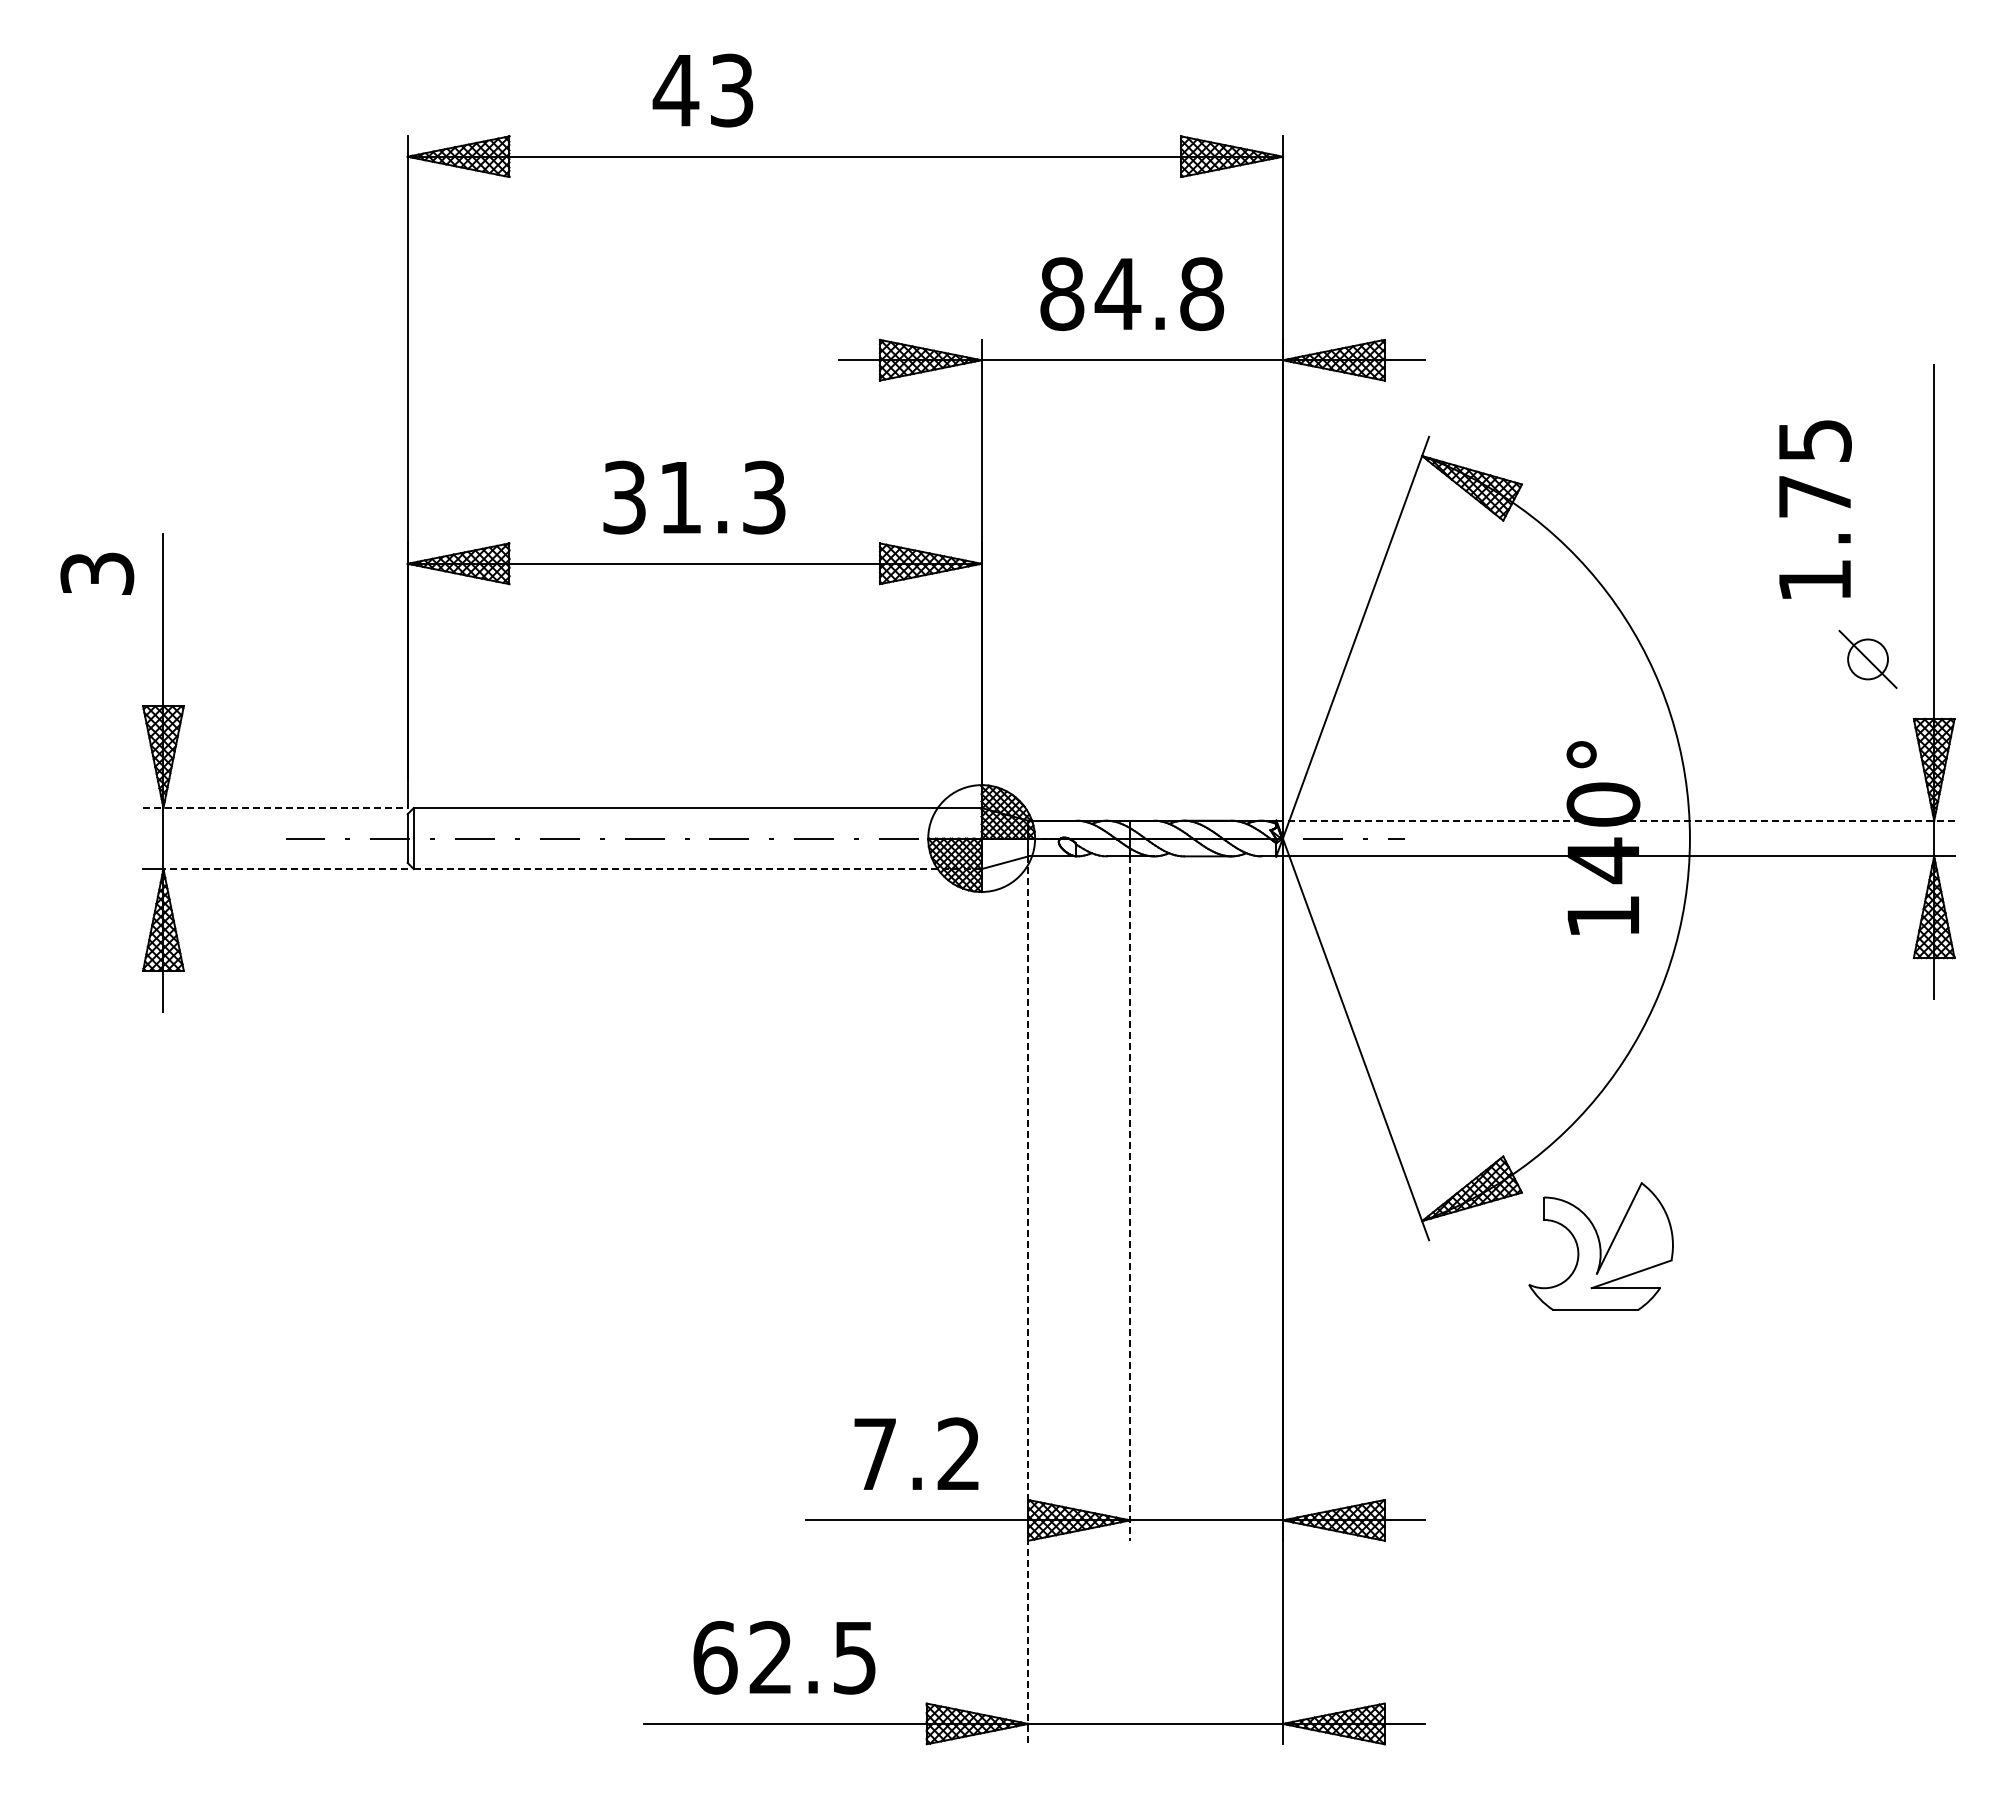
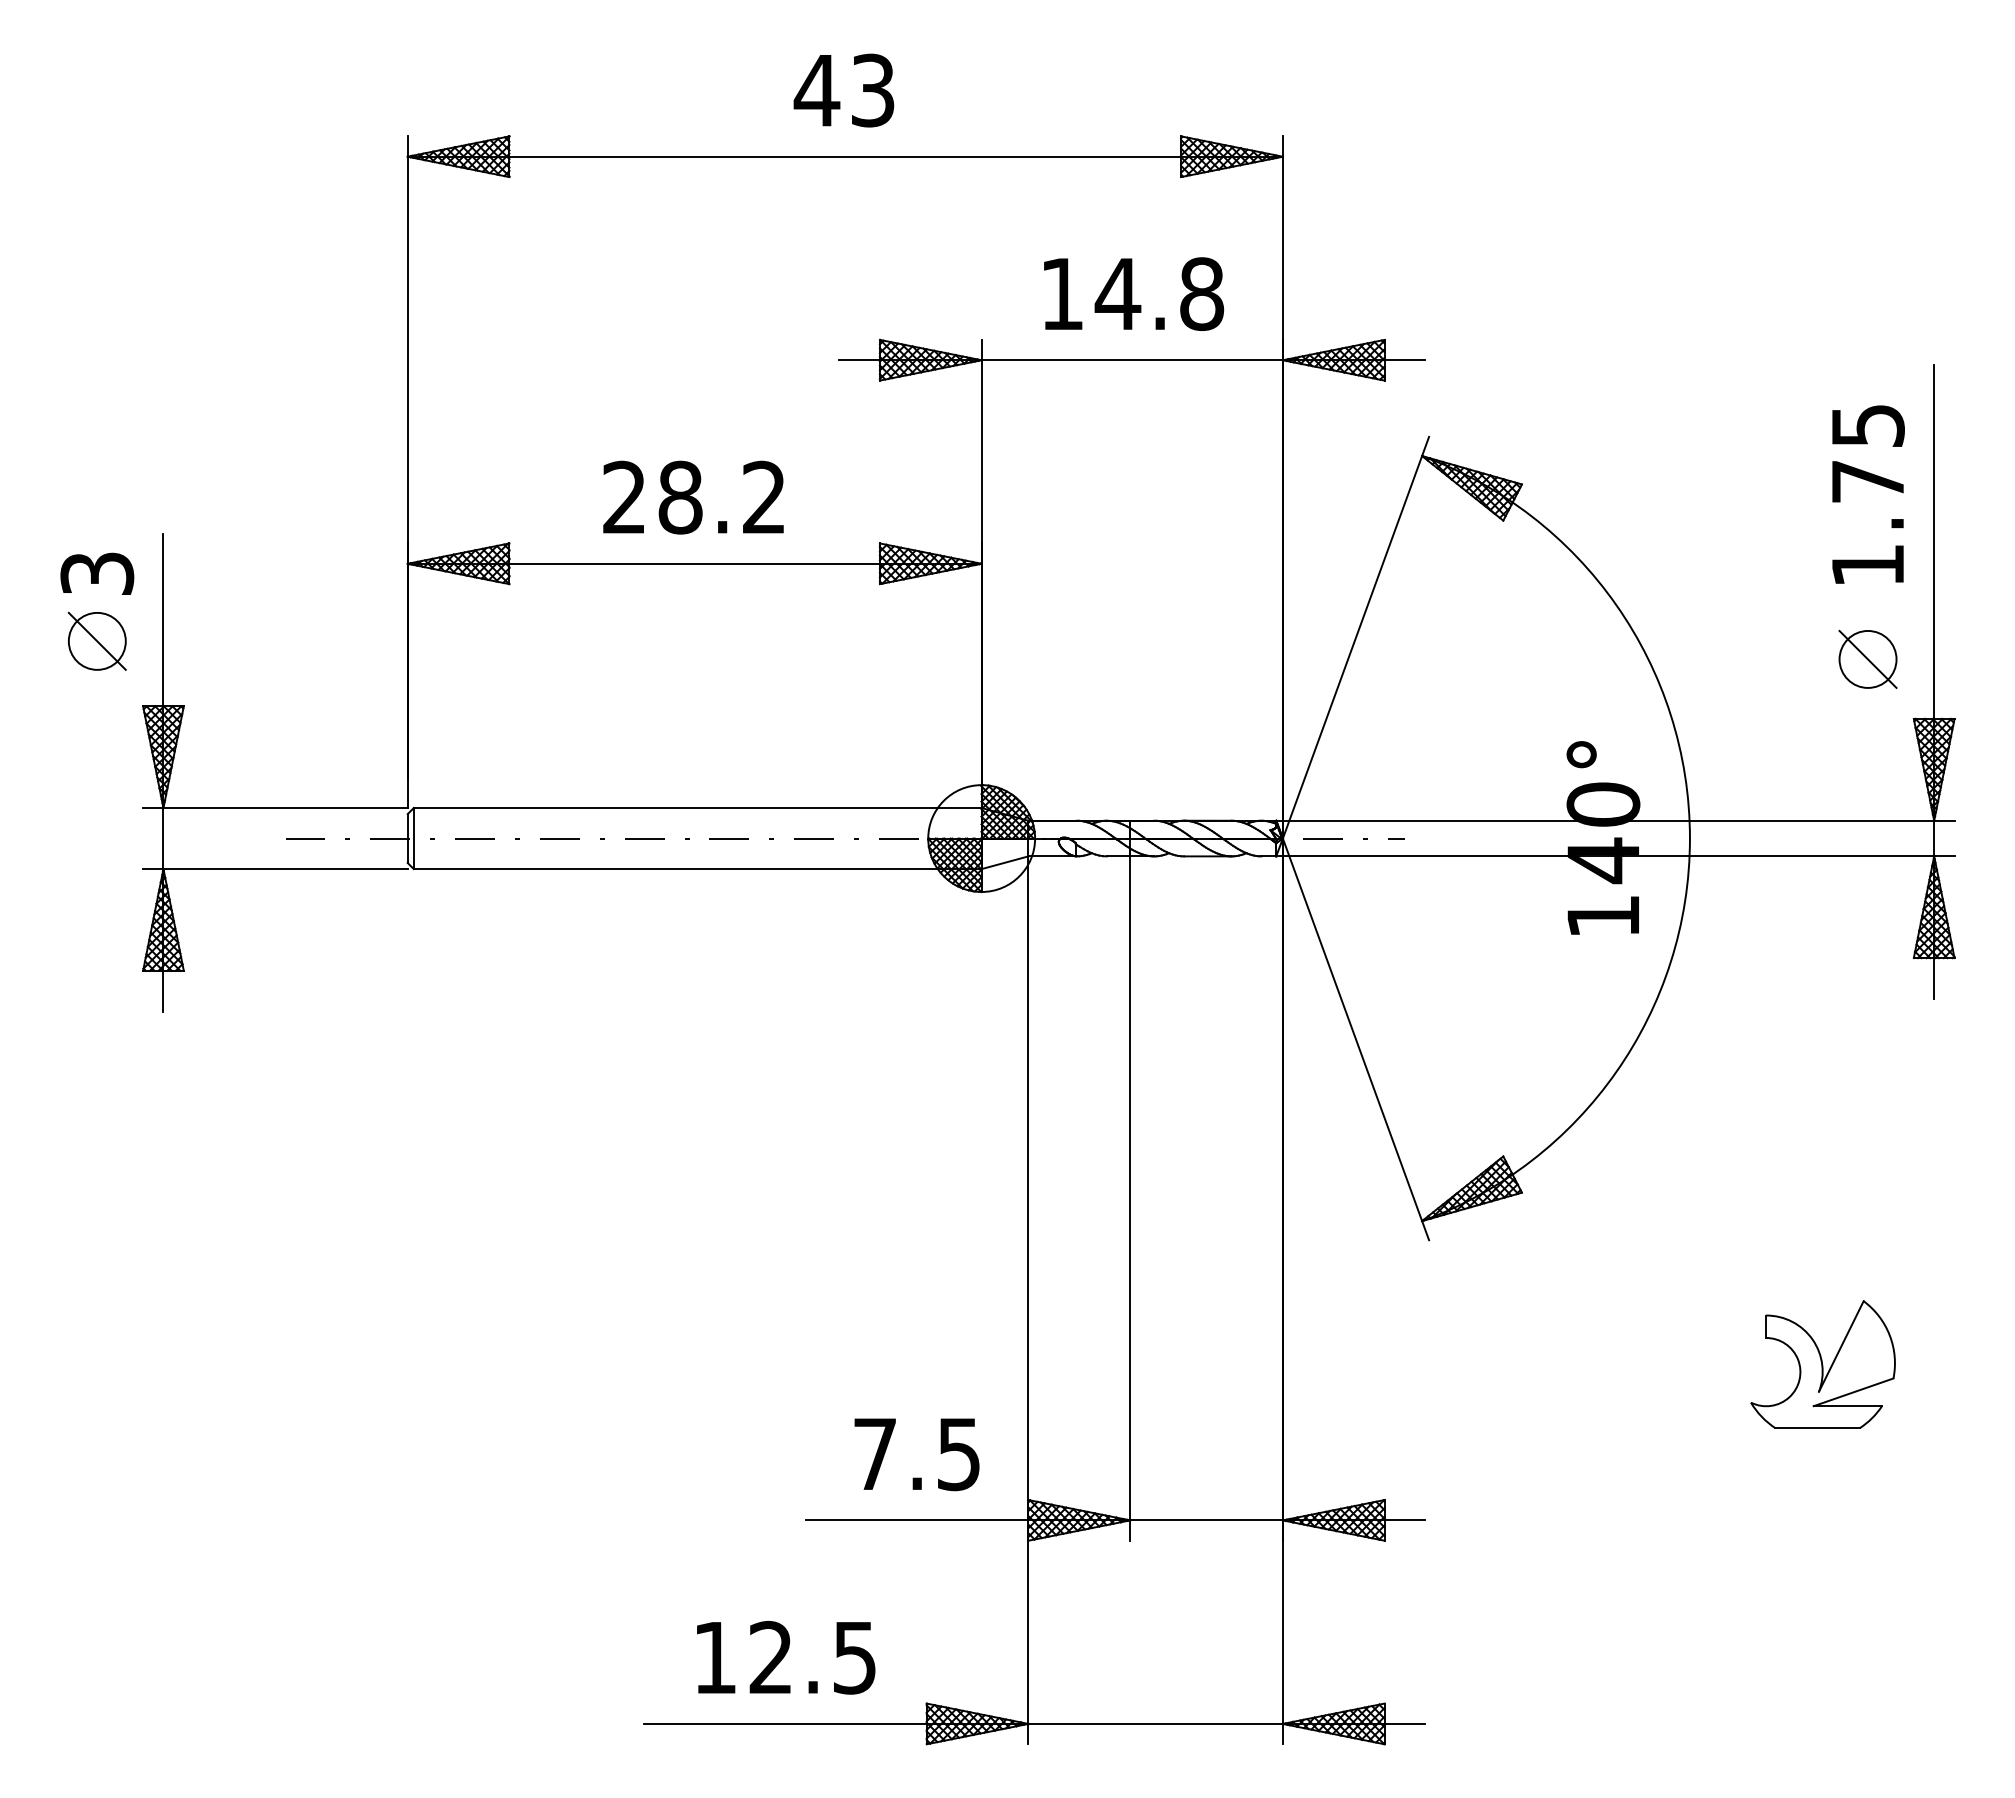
text at (702, 90) position: (702, 90) -> (843, 90)
text at (1062, 294): 84.8 -> 14.8
text at (694, 497): 31.3 -> 28.2
text at (1815, 509) position: (1815, 509) -> (1868, 494)
part at (96, 640): none -> present
circle at (1867, 659) diameter: 40 px -> 57 px
line at (275, 808): dashed -> solid
line at (1614, 820): dashed -> solid
line at (285, 869): dashed -> solid
line at (697, 869): dashed -> solid
line at (1130, 1199): dashed -> solid
part at (1600, 1246) position: (1600, 1246) -> (1822, 1364)
line at (1028, 1300): dashed -> solid
text at (958, 1454): 7.2 -> 7.5
text at (715, 1657): 62.5 -> 12.5
